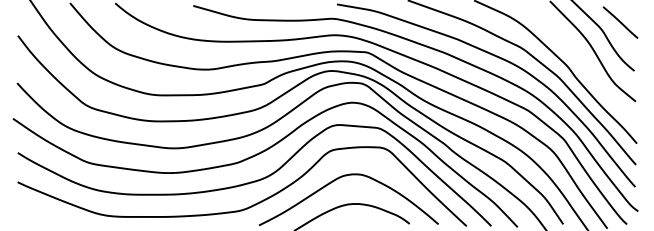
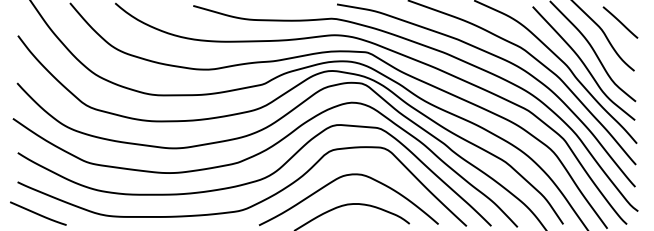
curve at (583, 63): none -> present
line at (38, 213): none -> present
